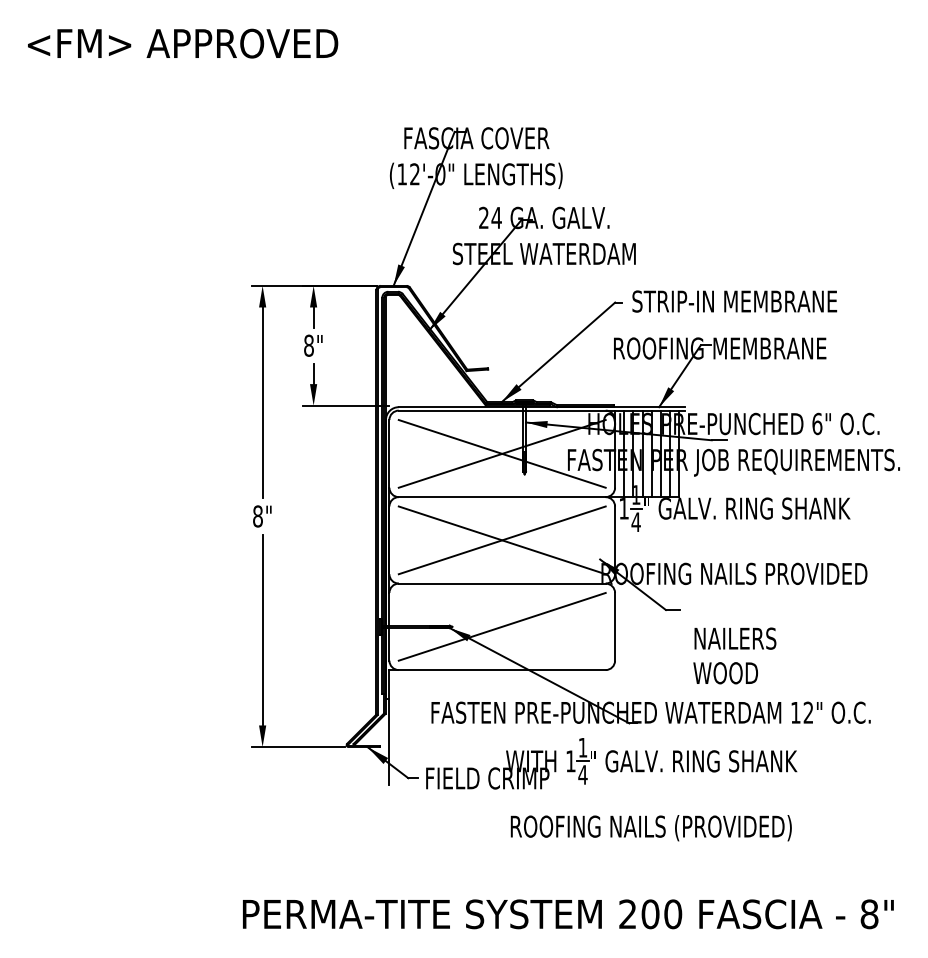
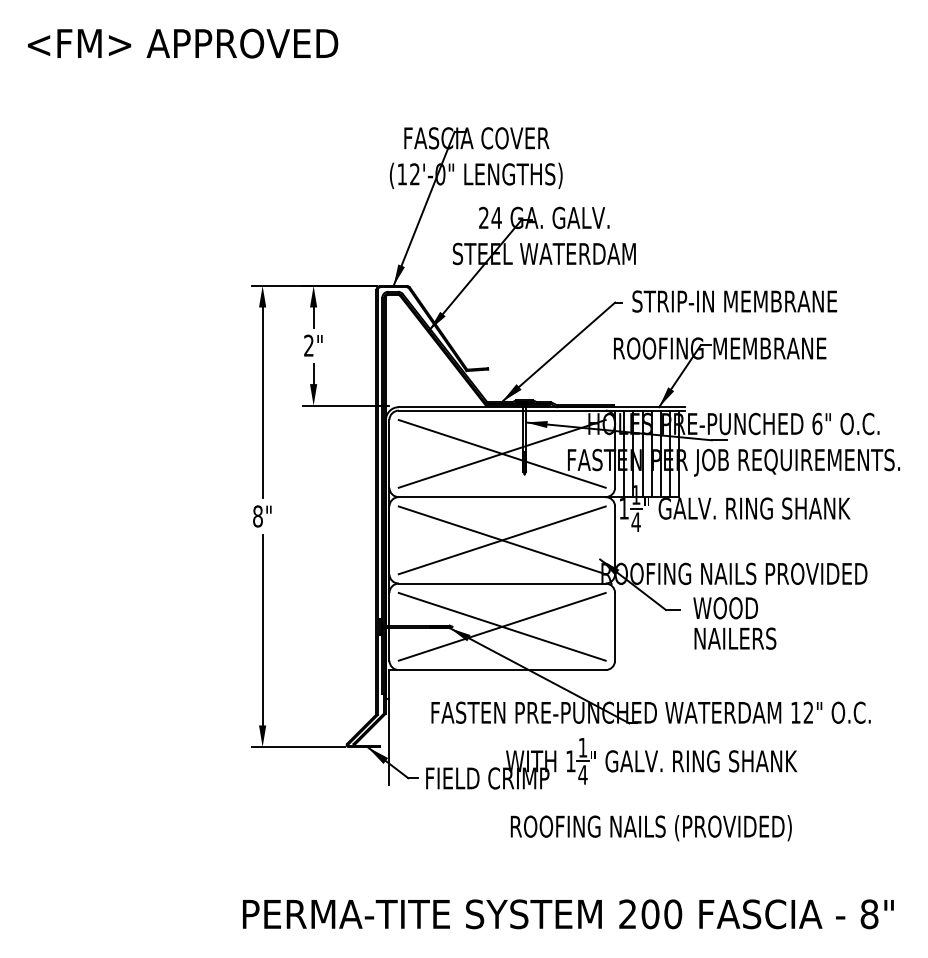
text at (308, 345): 8" -> 2"
line at (501, 626): none -> present
text at (725, 673) position: (725, 673) -> (725, 608)
